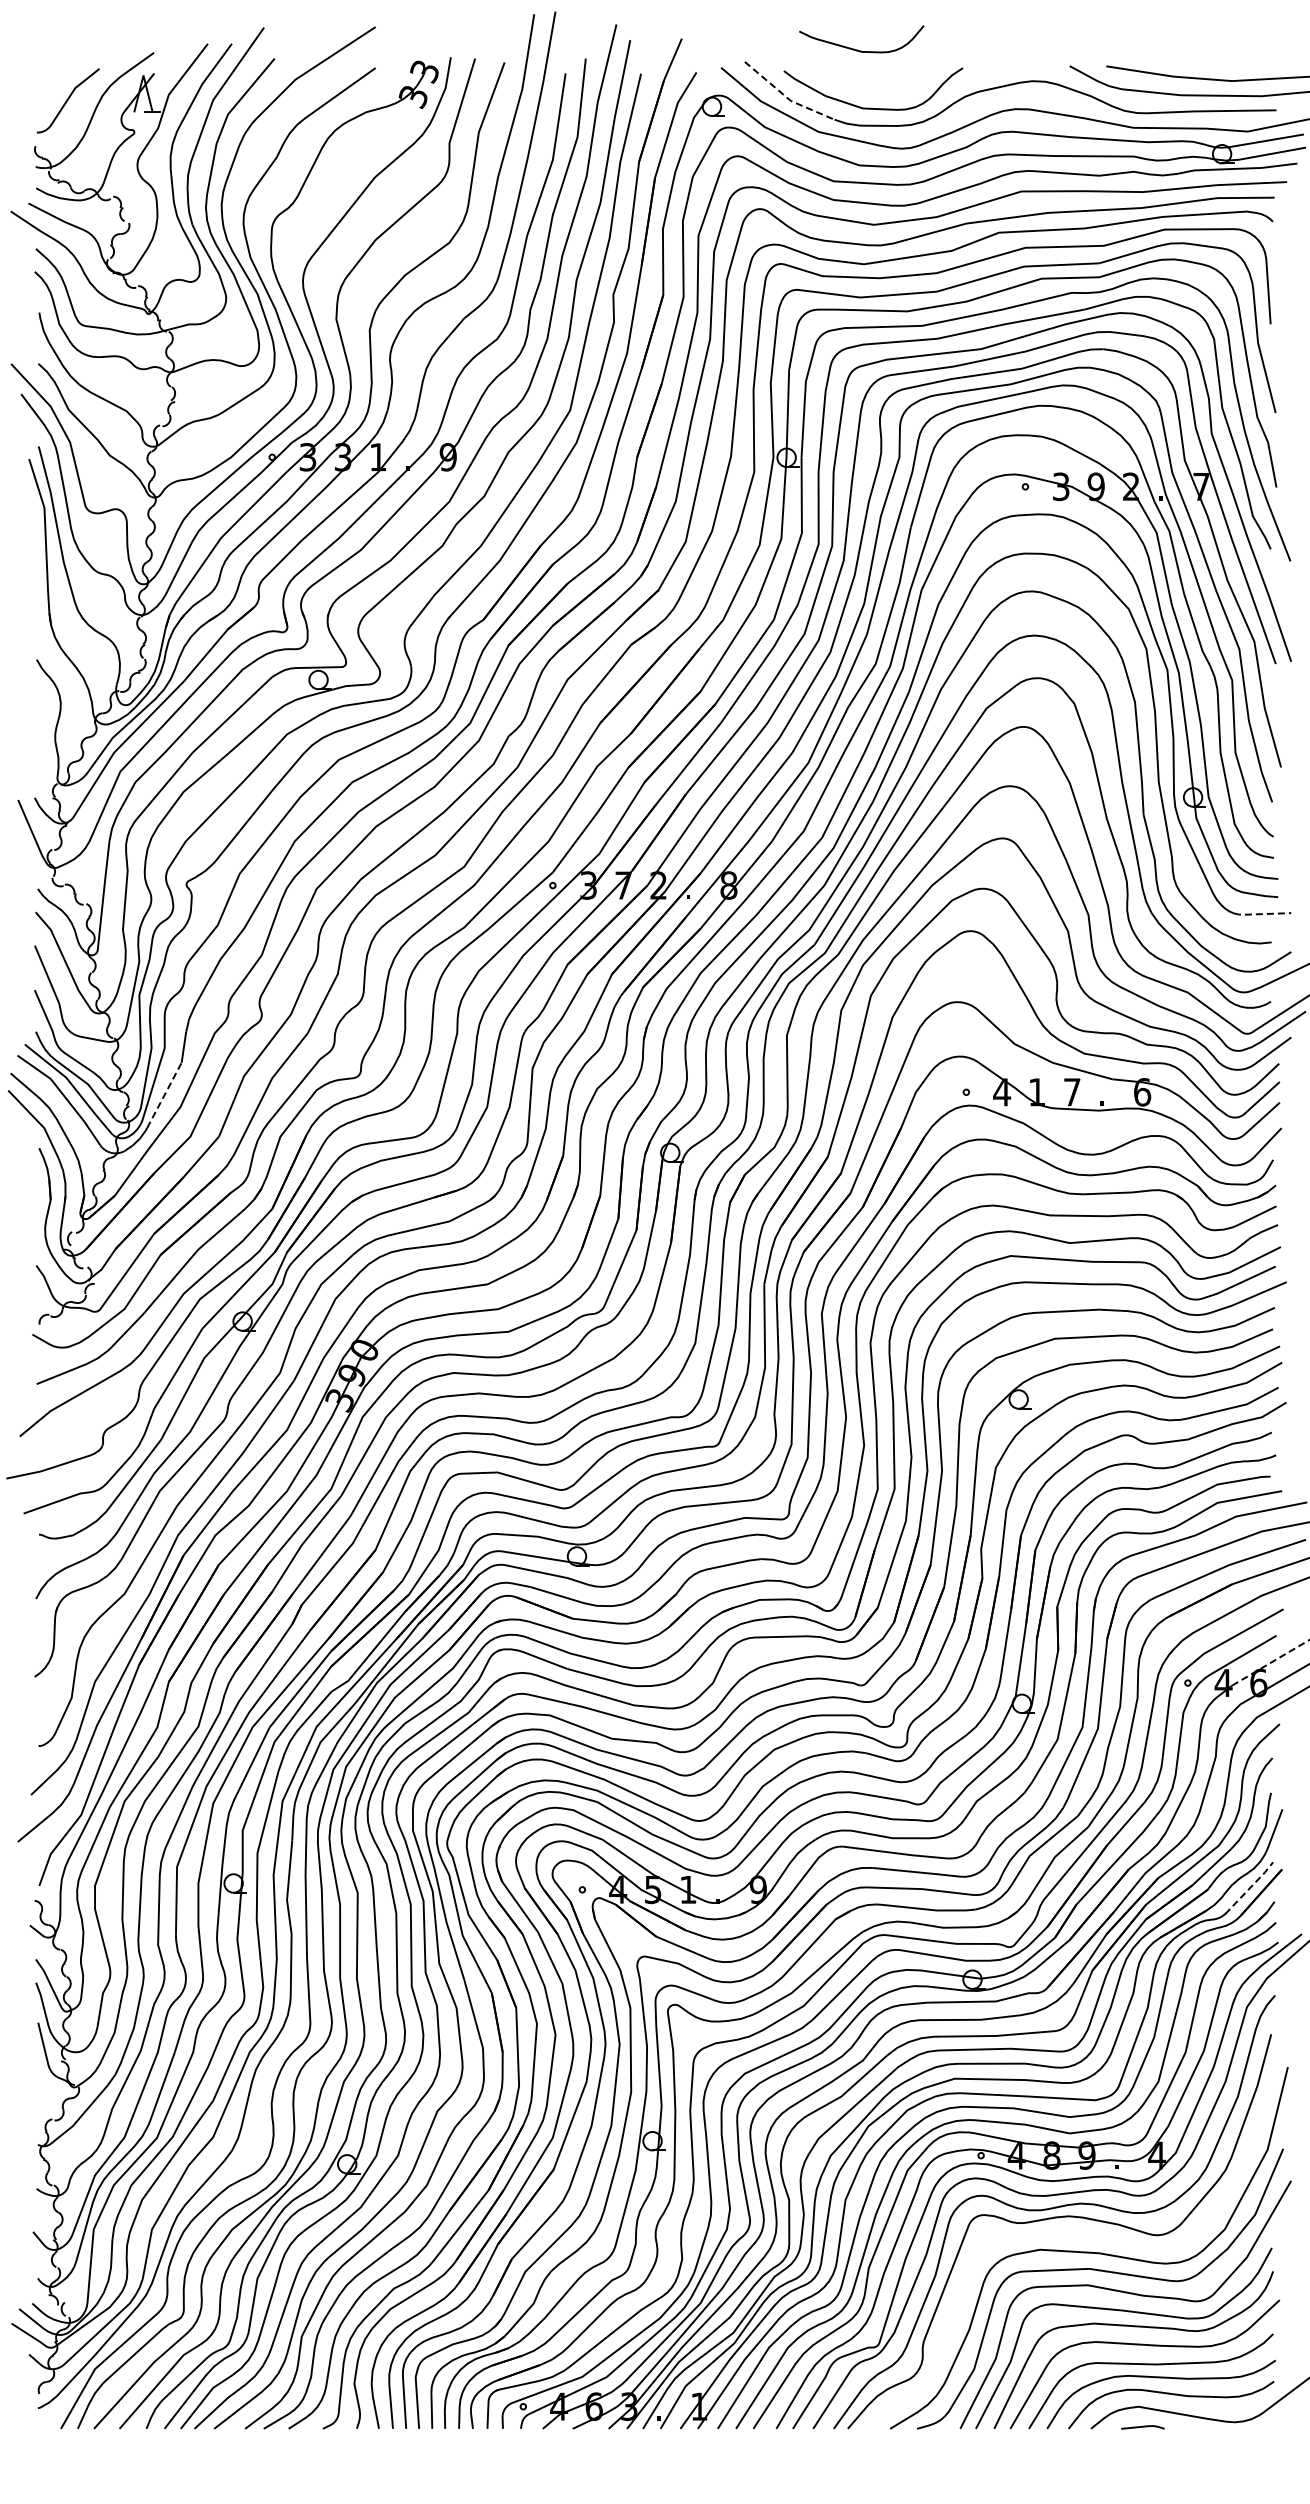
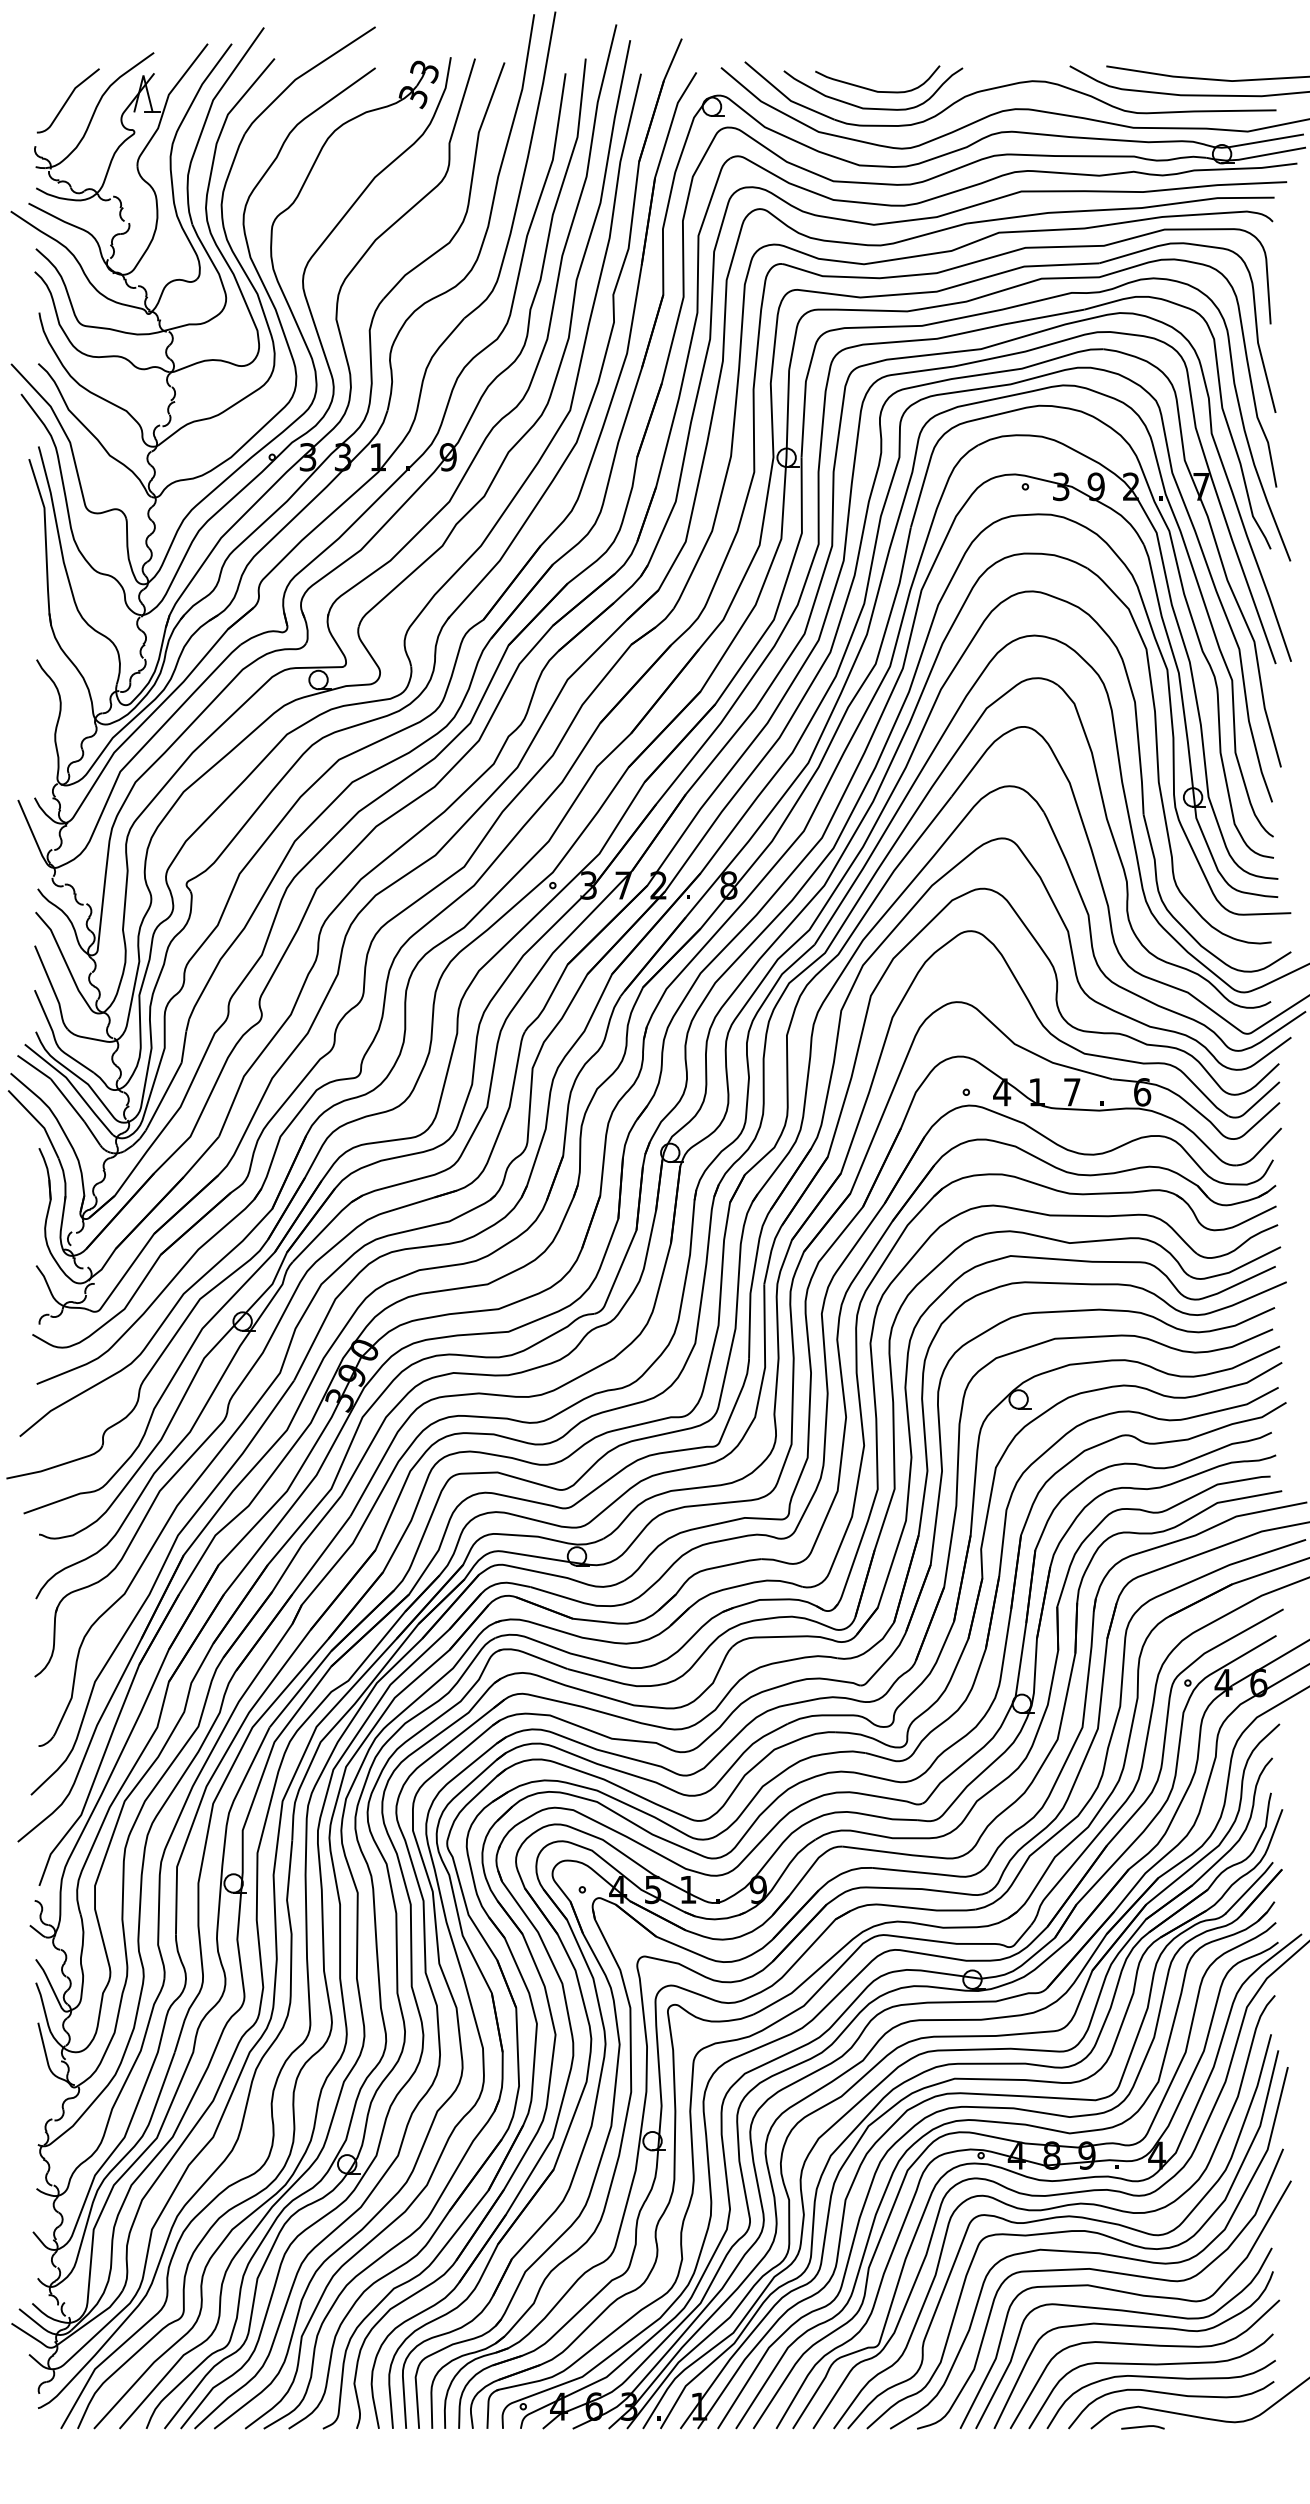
curve at (857, 49) position: (857, 49) -> (873, 89)
line at (786, 97): dashed -> solid
line at (1261, 914): dashed -> solid
line at (164, 1095): dashed -> solid
line at (1271, 1662): dashed -> solid
line at (1249, 1888): dashed -> solid
curve at (1070, 2232): none -> present
